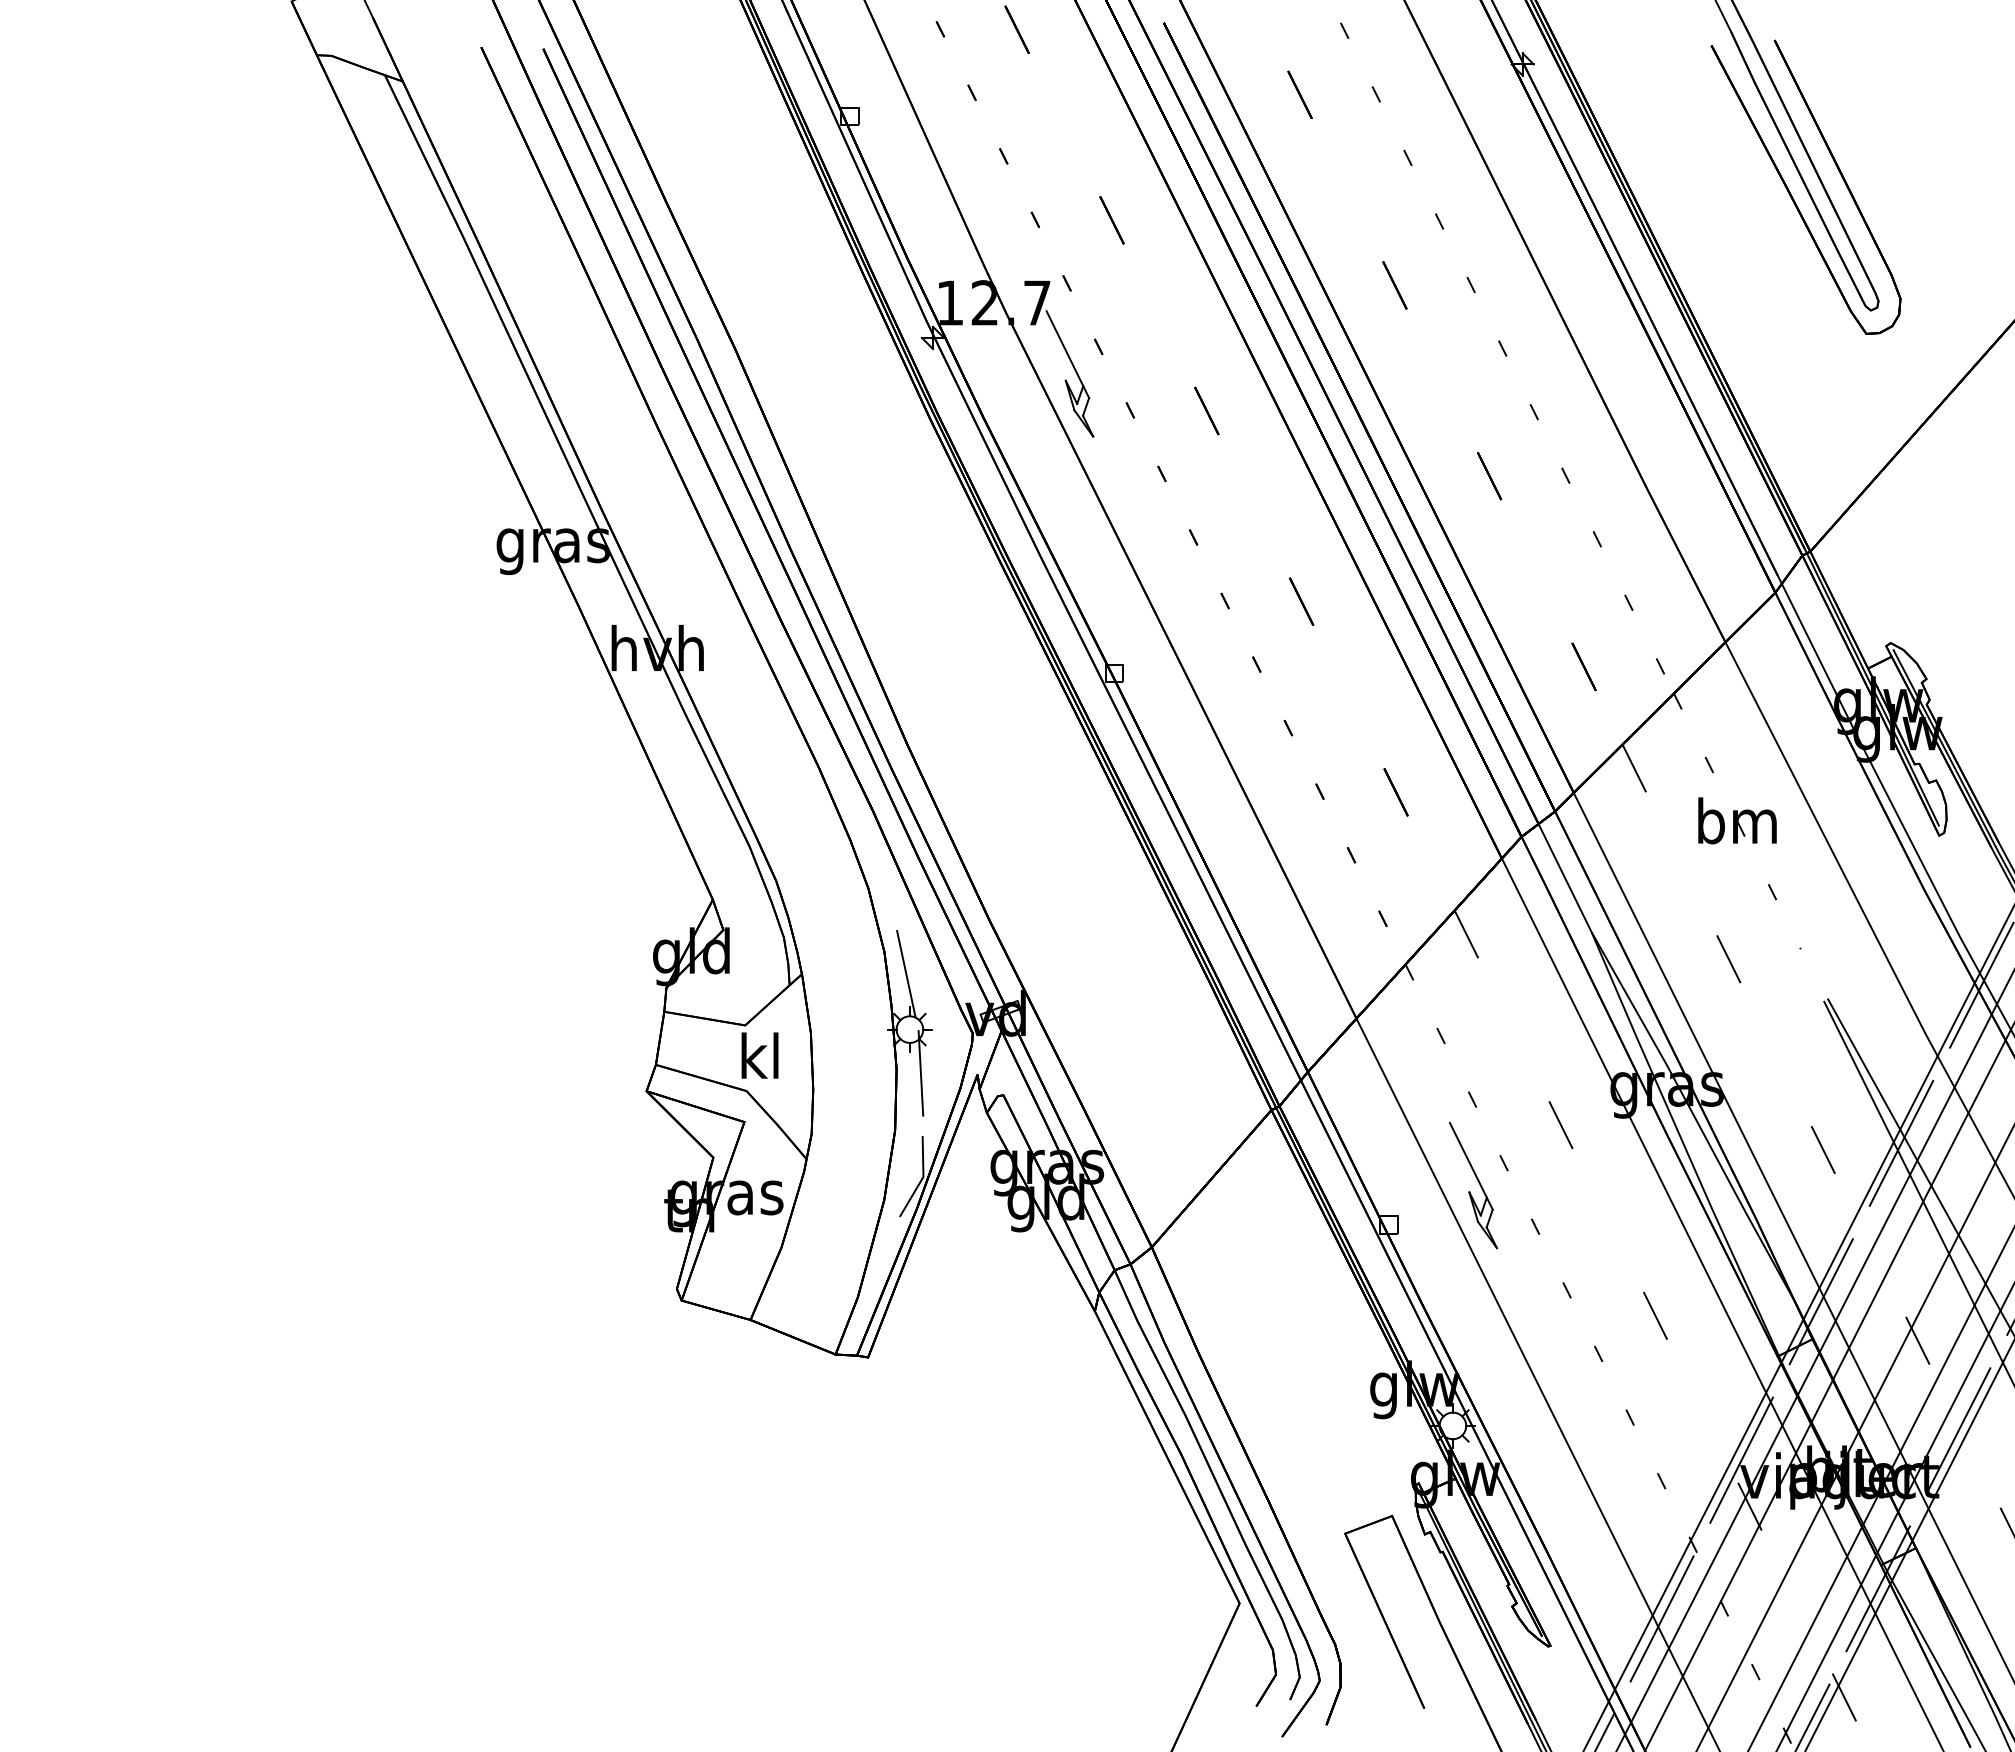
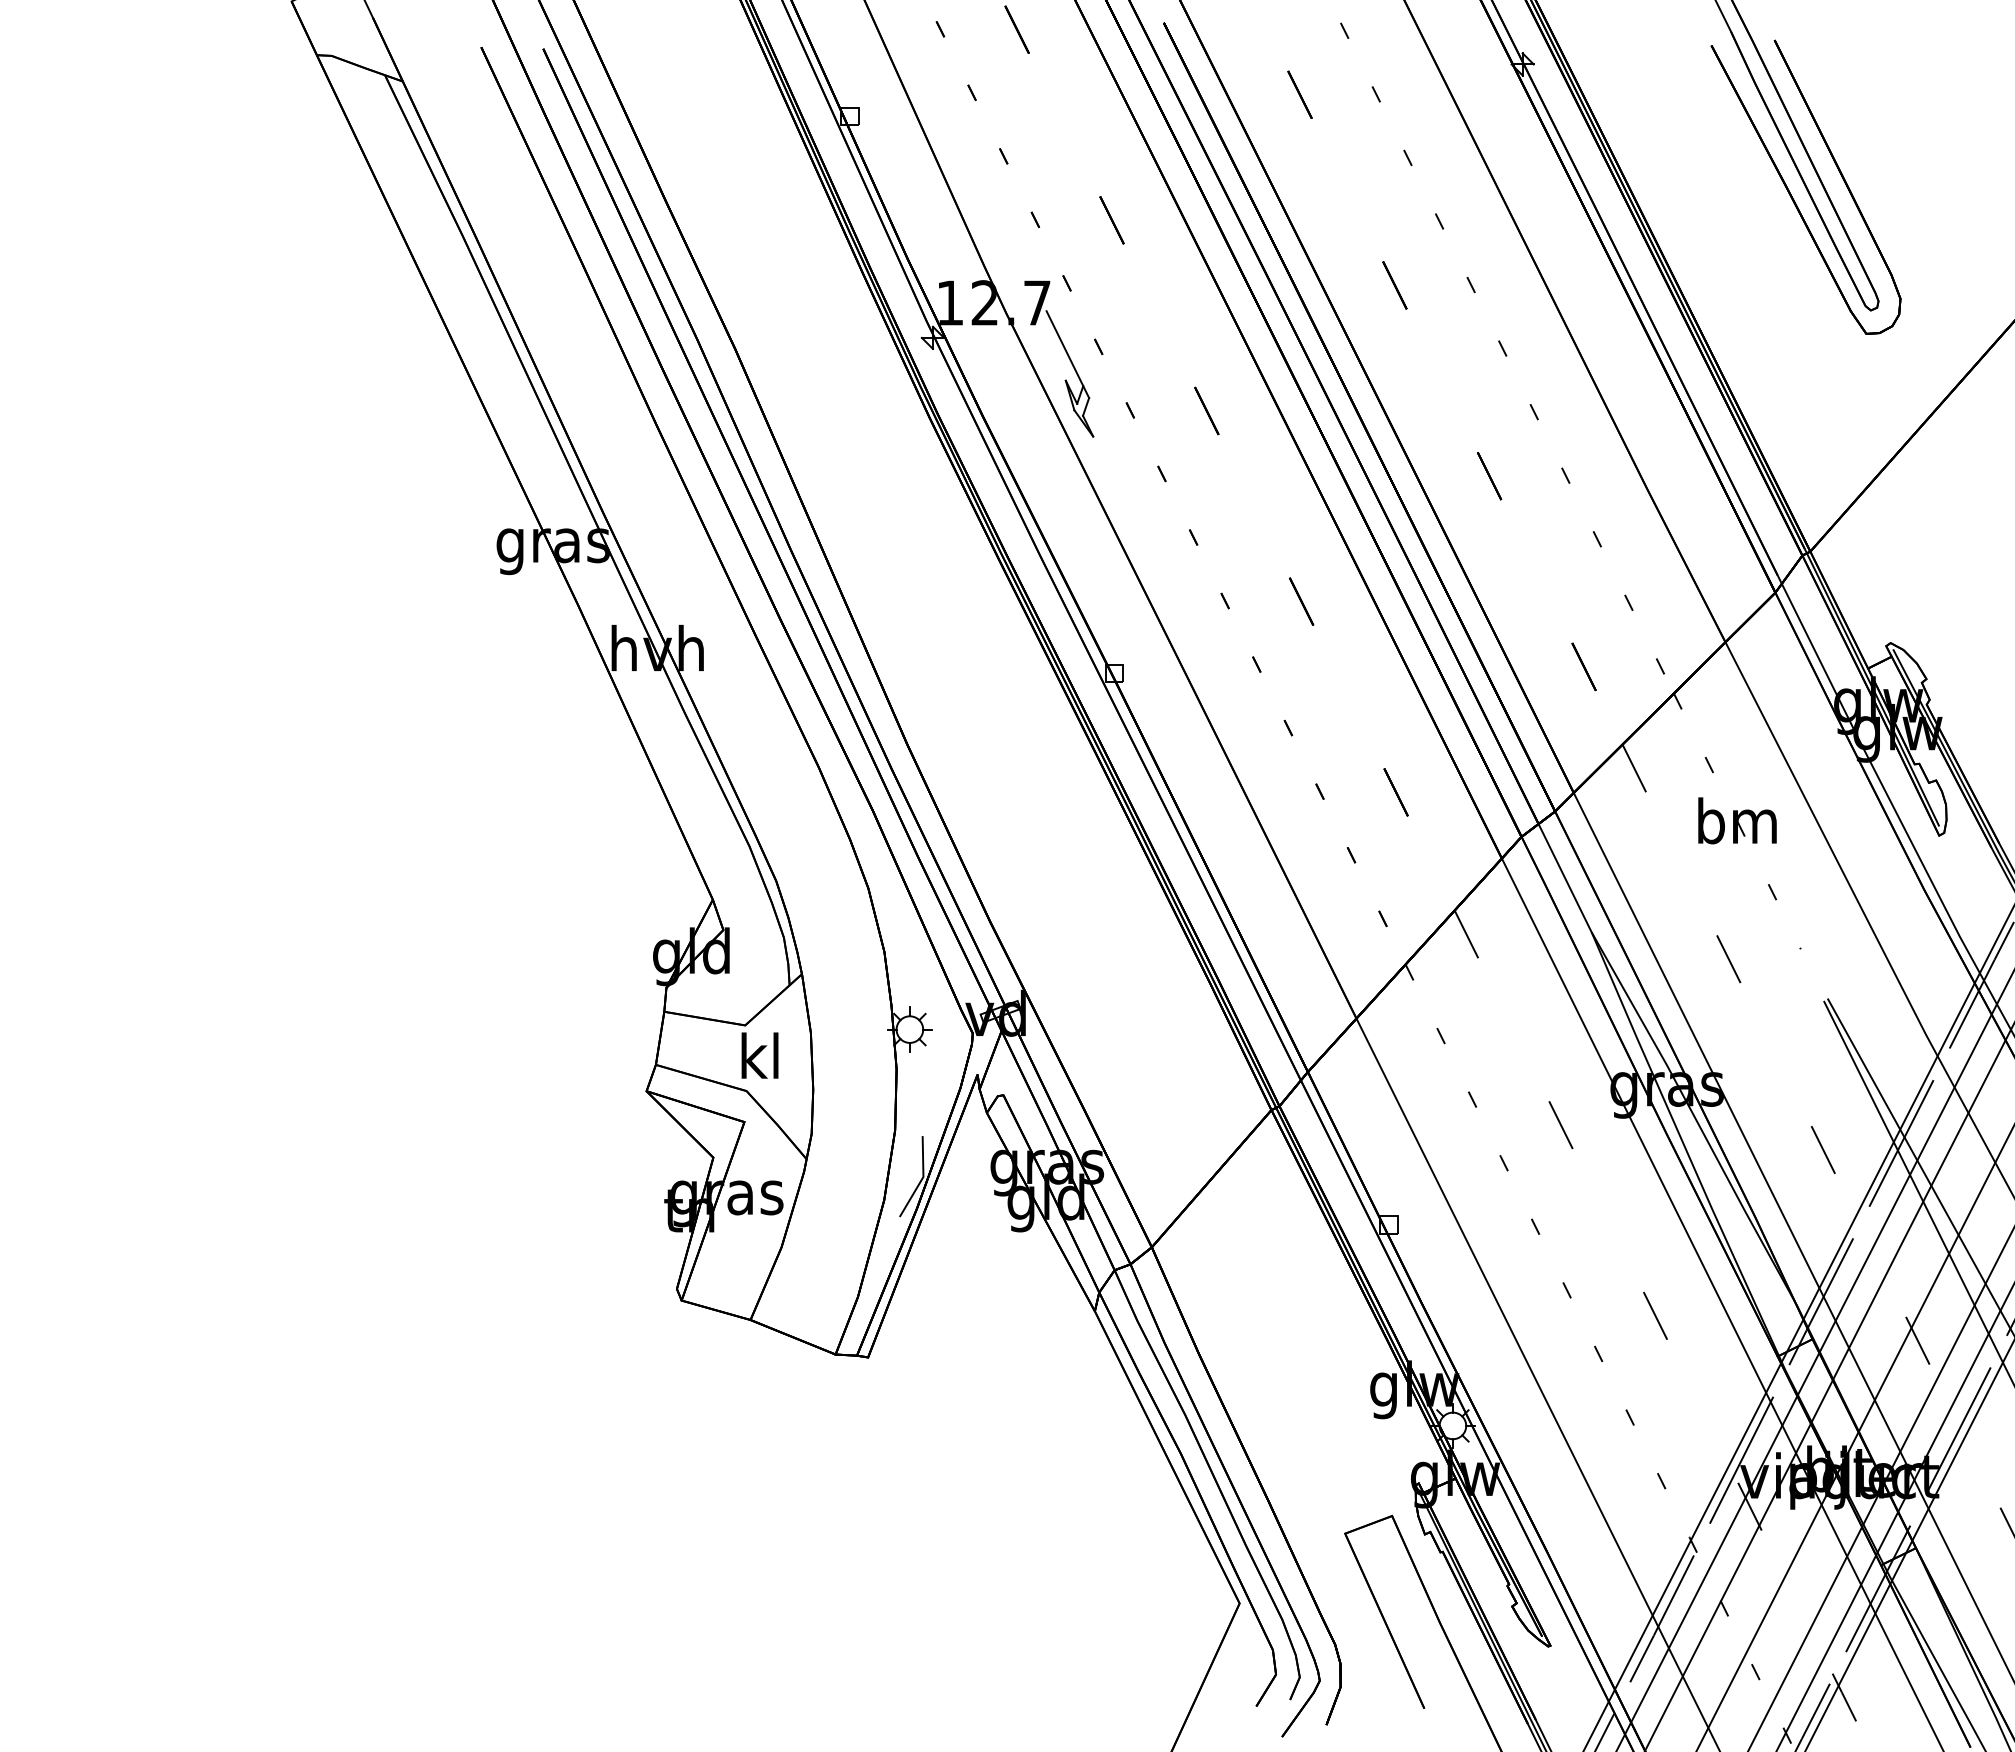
line at (906, 974): present -> none
line at (920, 1073): present -> none
part at (1473, 1185): present -> none
